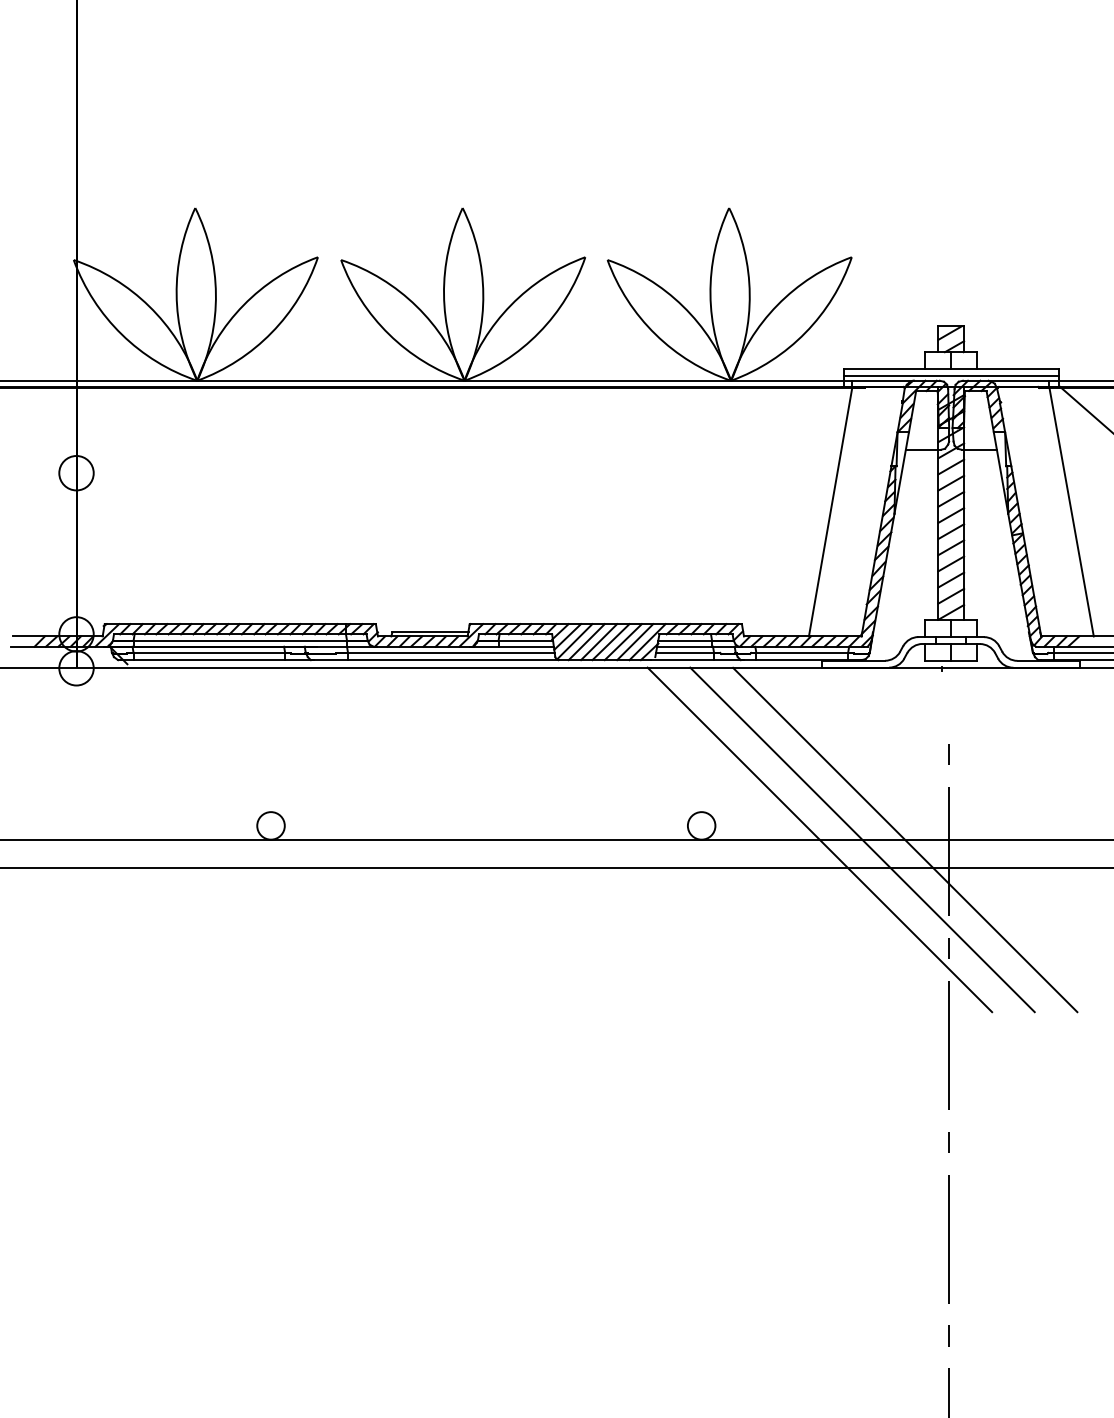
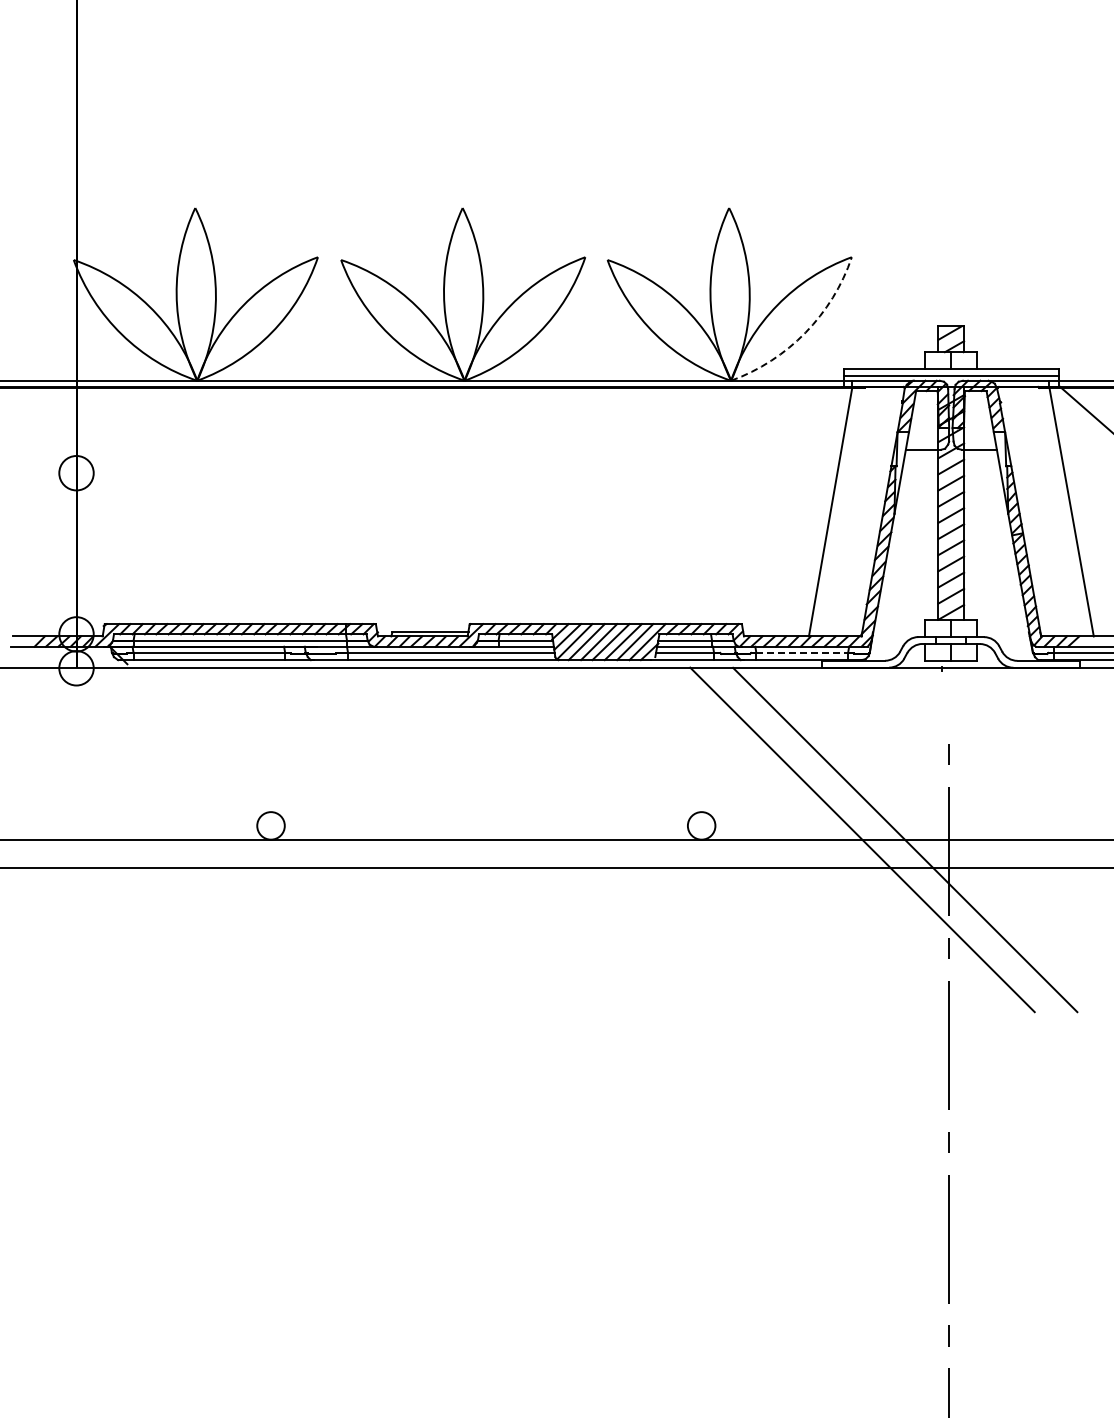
arc at (805, 332): solid -> dashed
line at (802, 652): solid -> dashed
line at (819, 839): present -> none
